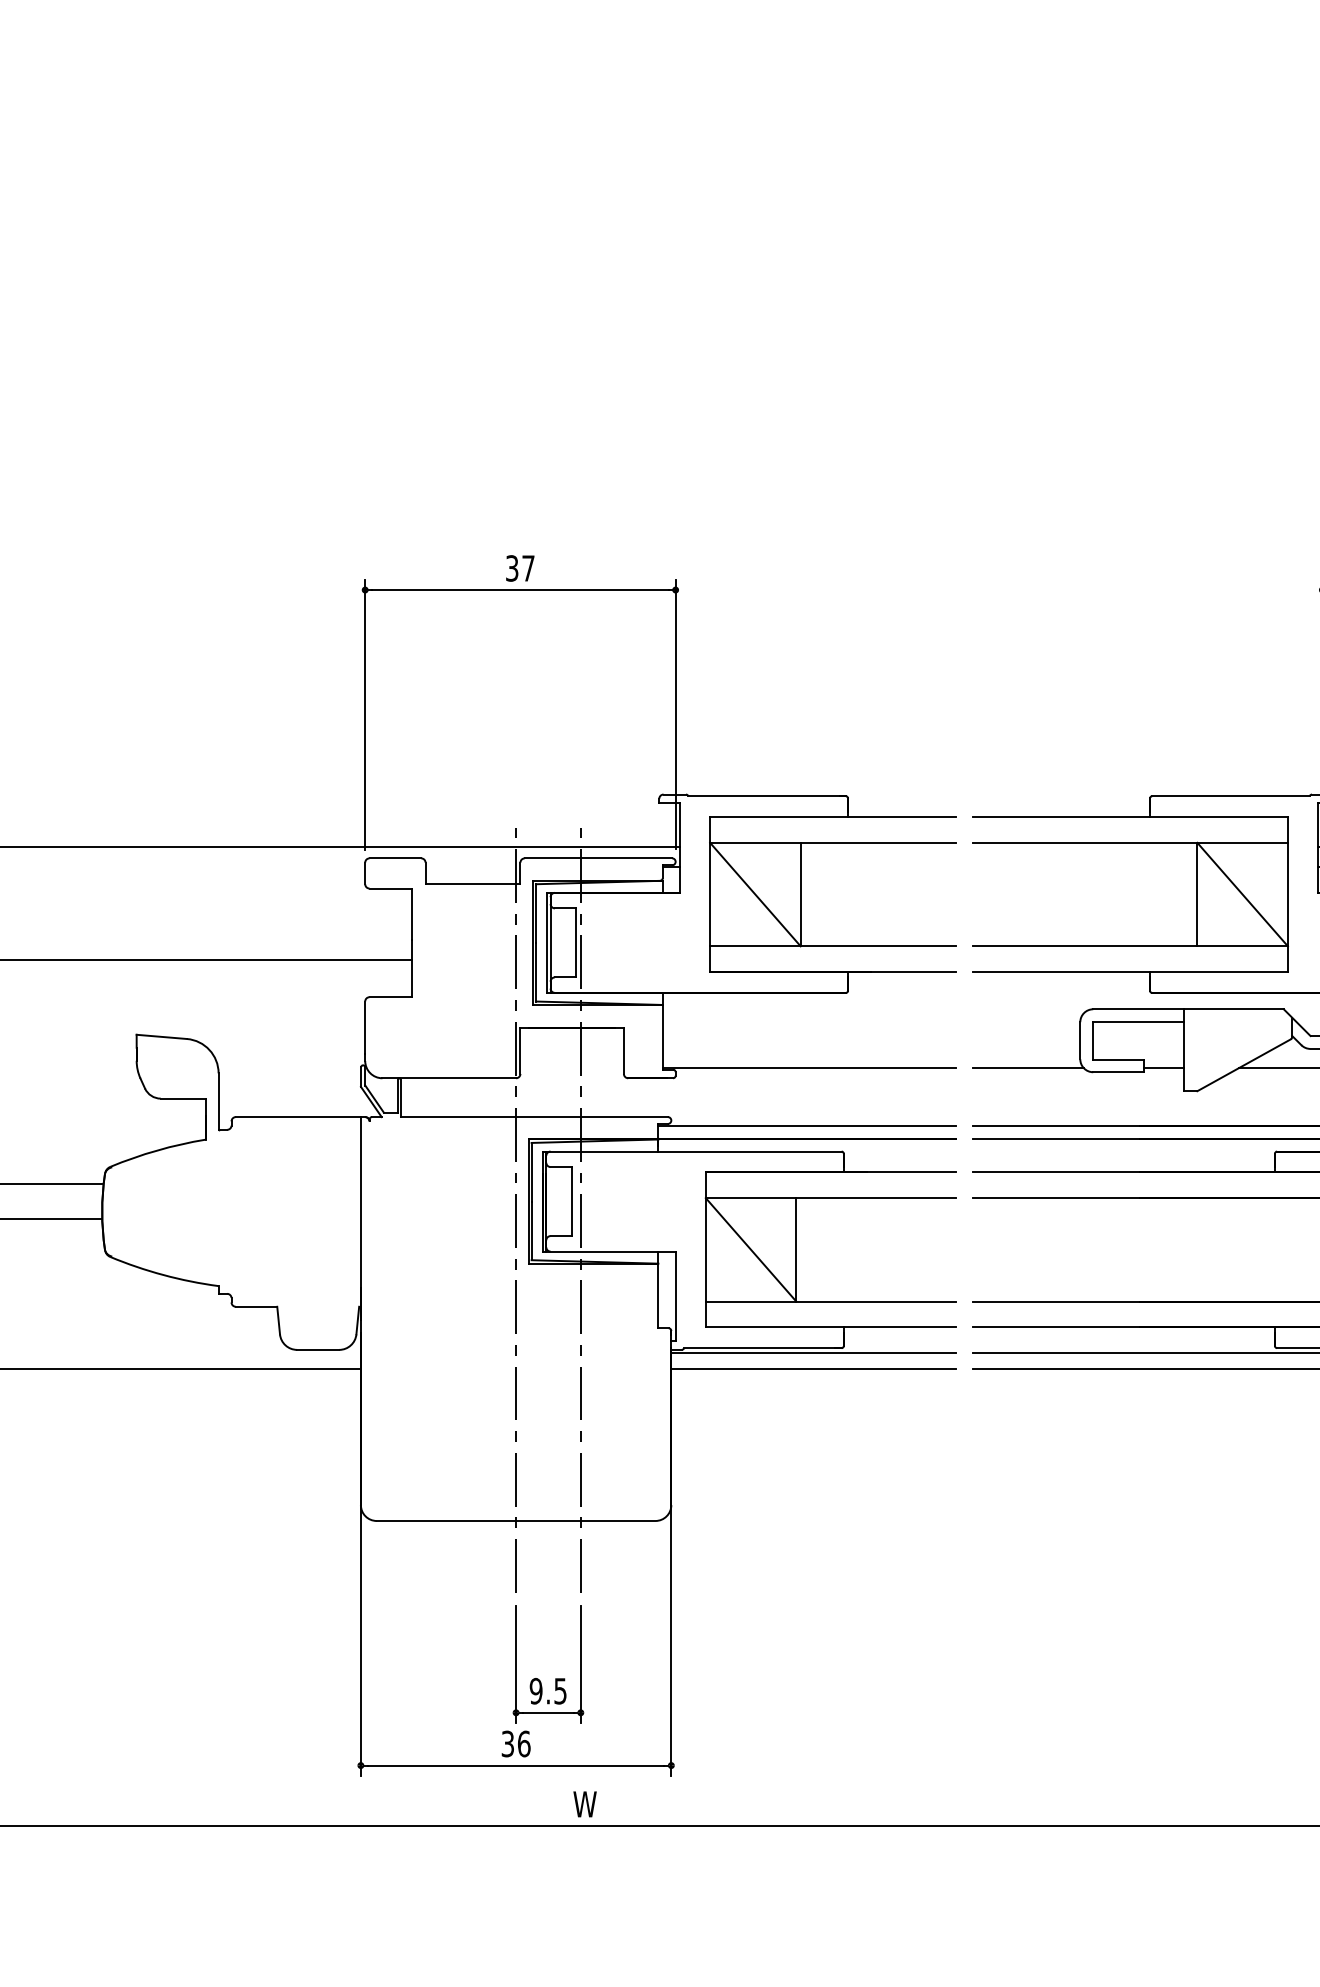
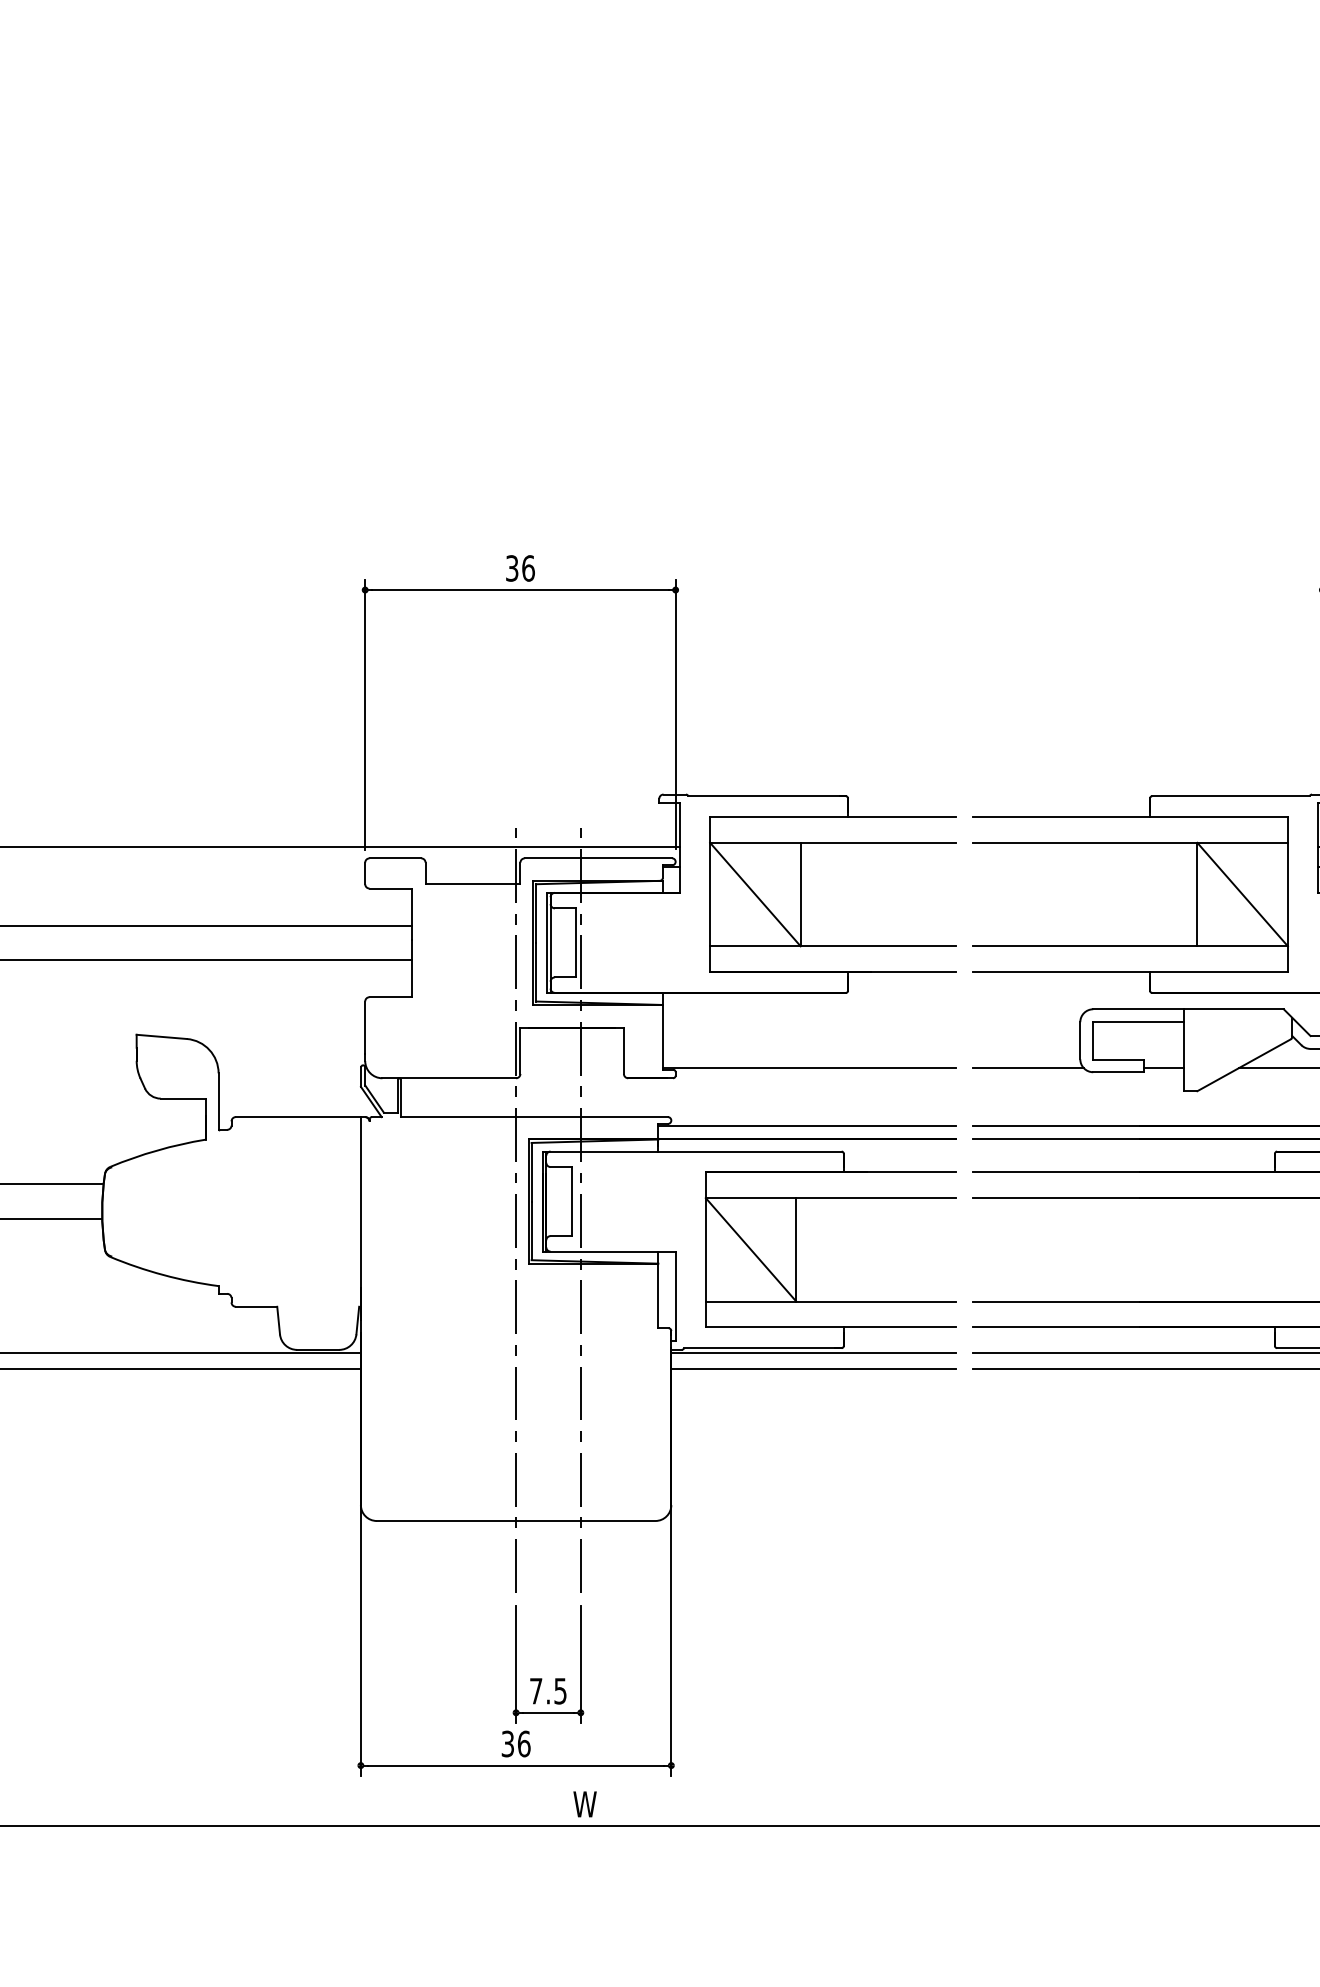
text at (528, 568): 37 -> 36
line at (206, 925): none -> present
line at (181, 1353): none -> present
text at (535, 1691): 9.5 -> 7.5
